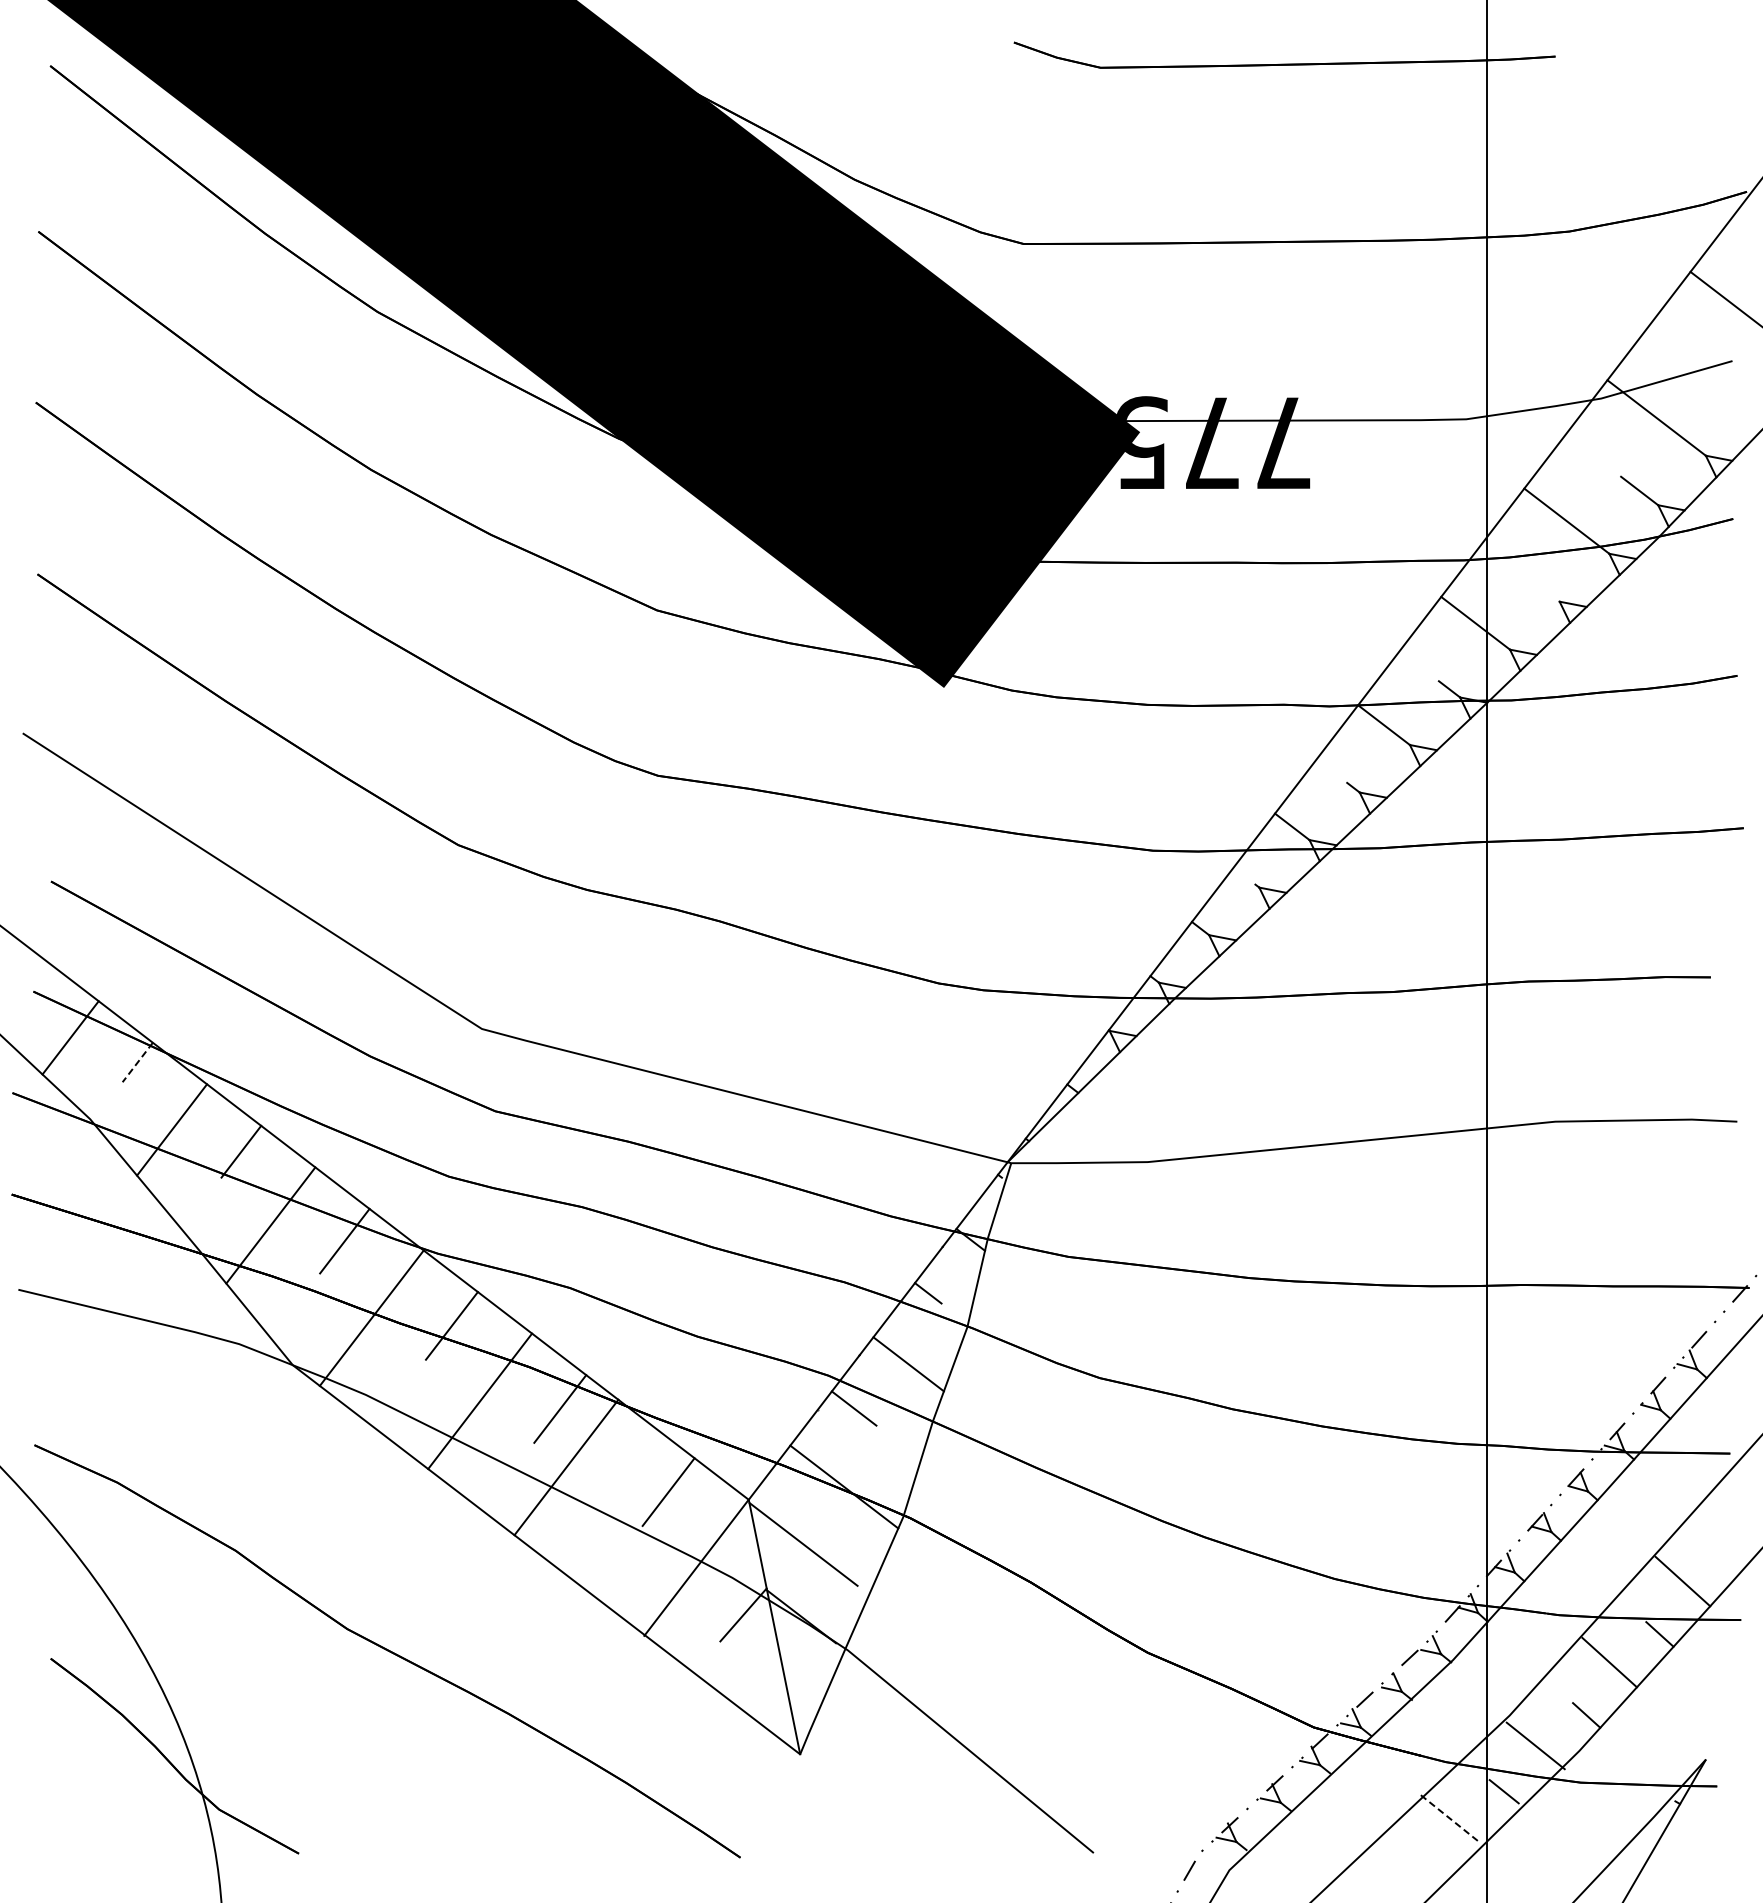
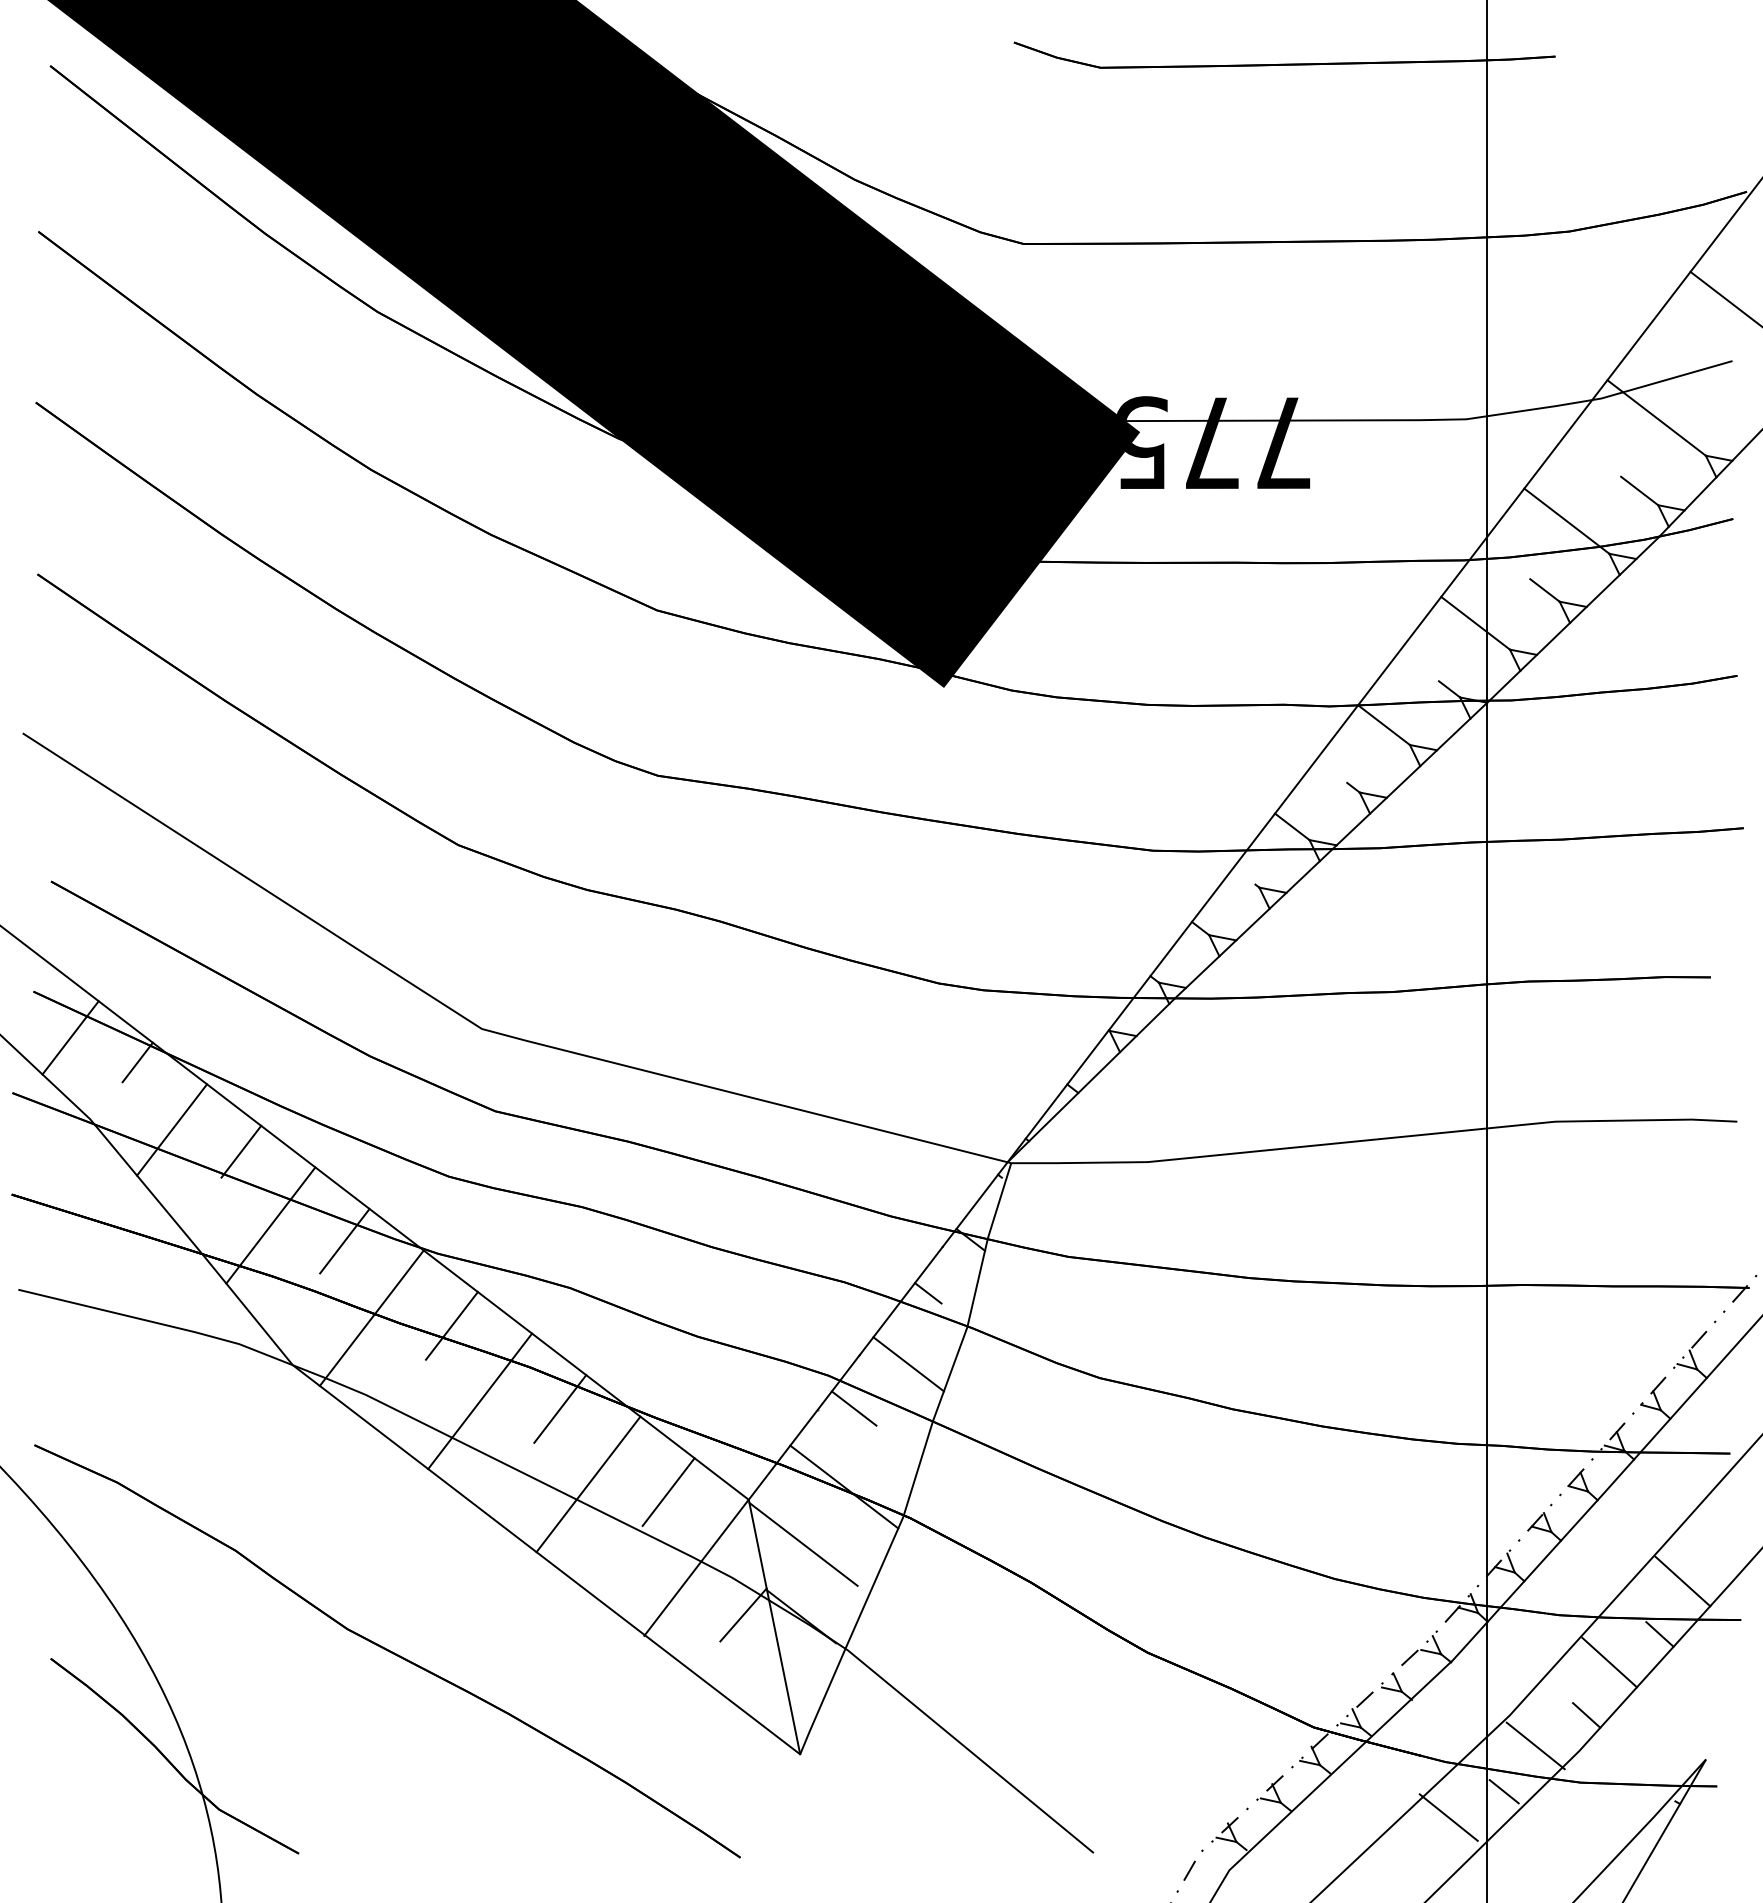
line at (1544, 590): none -> present
line at (137, 1062): dashed -> solid
line at (566, 1467) position: (566, 1467) -> (588, 1484)
line at (1448, 1817): dashed -> solid
